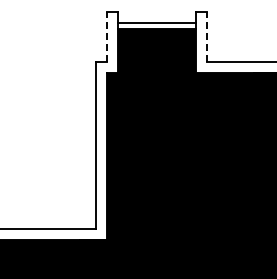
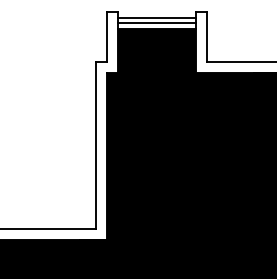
line at (157, 17): none -> present
line at (107, 37): dashed -> solid
line at (207, 37): dashed -> solid
